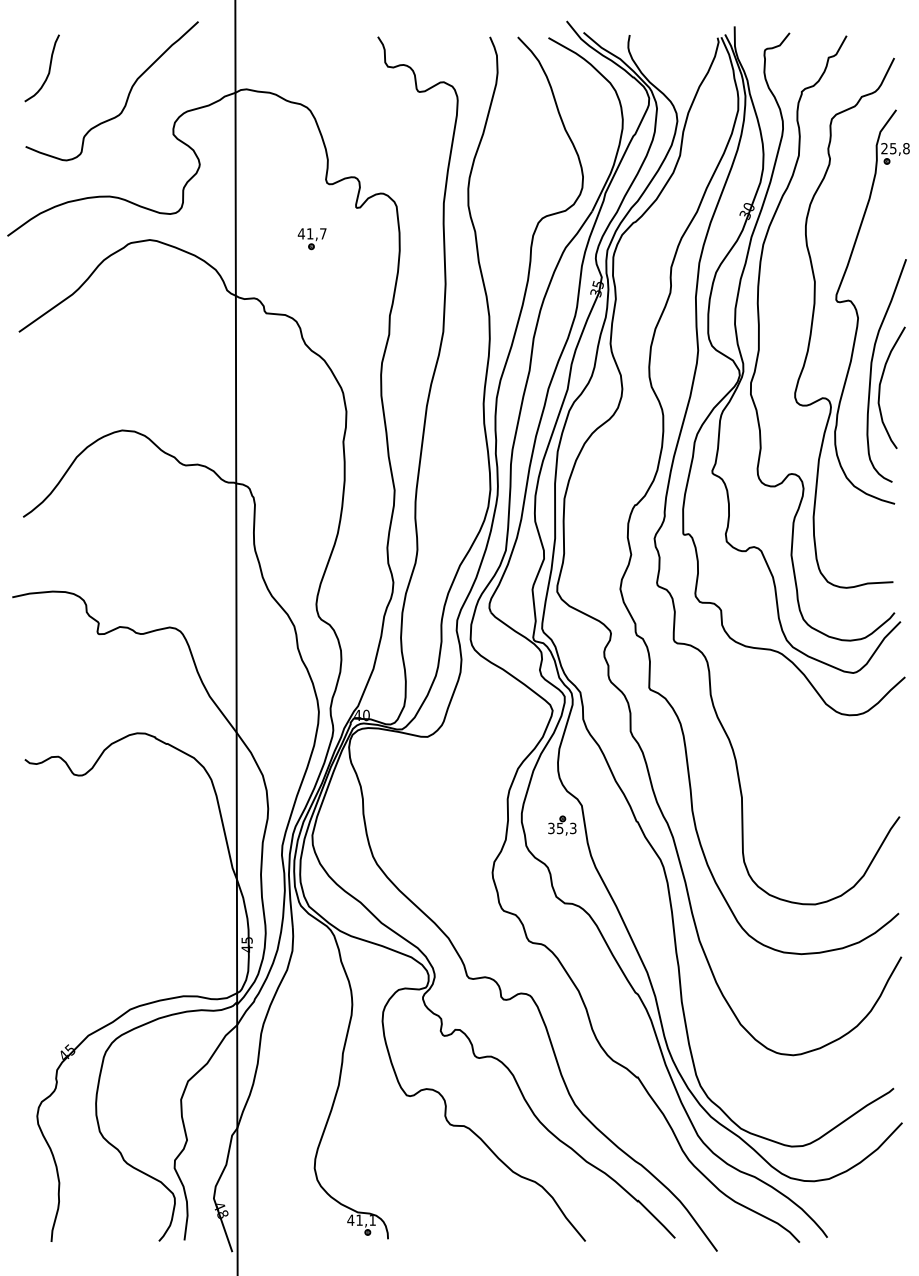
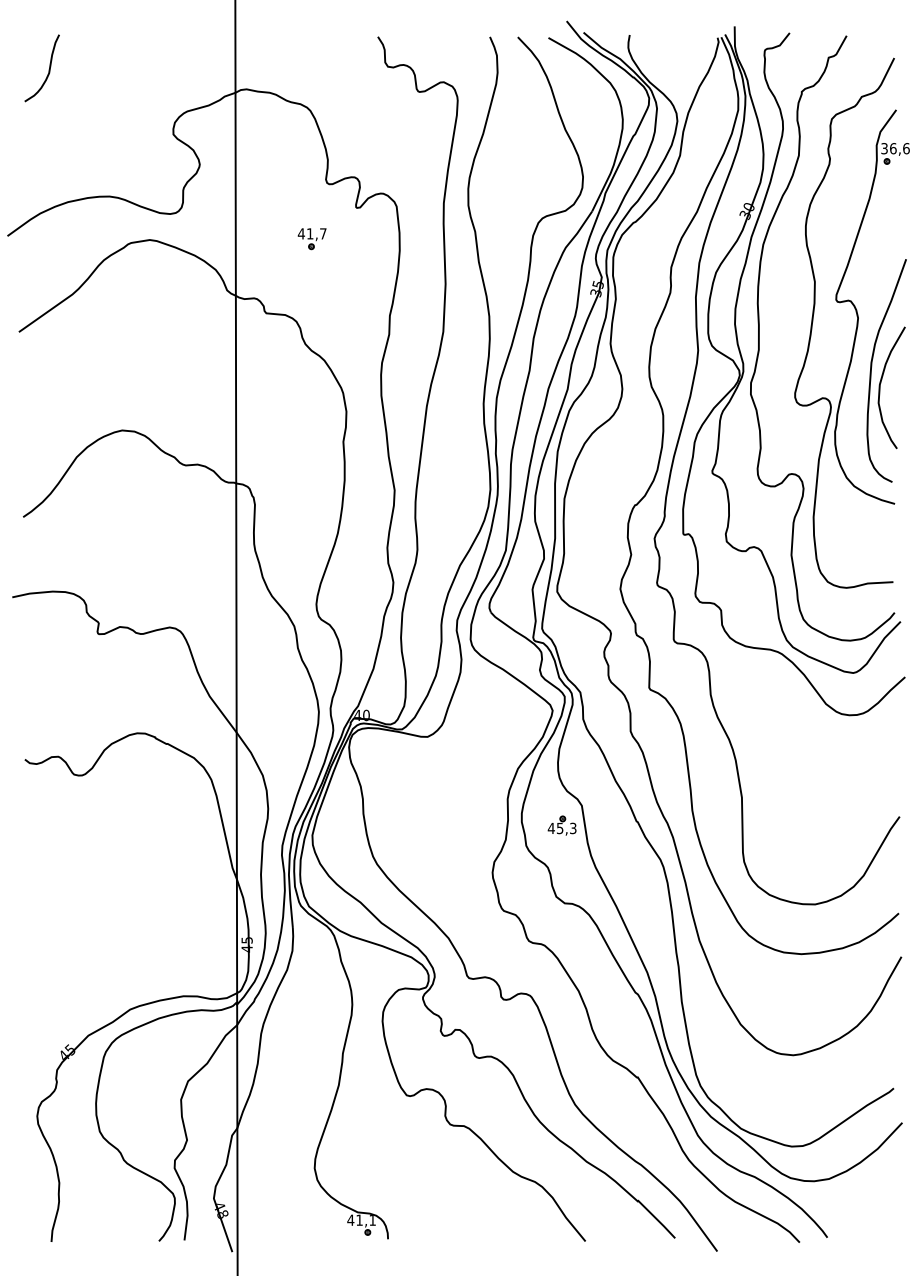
curve at (127, 95): present -> none
text at (895, 148): 25,8 -> 36,6
text at (550, 828): 35,3 -> 45,3
